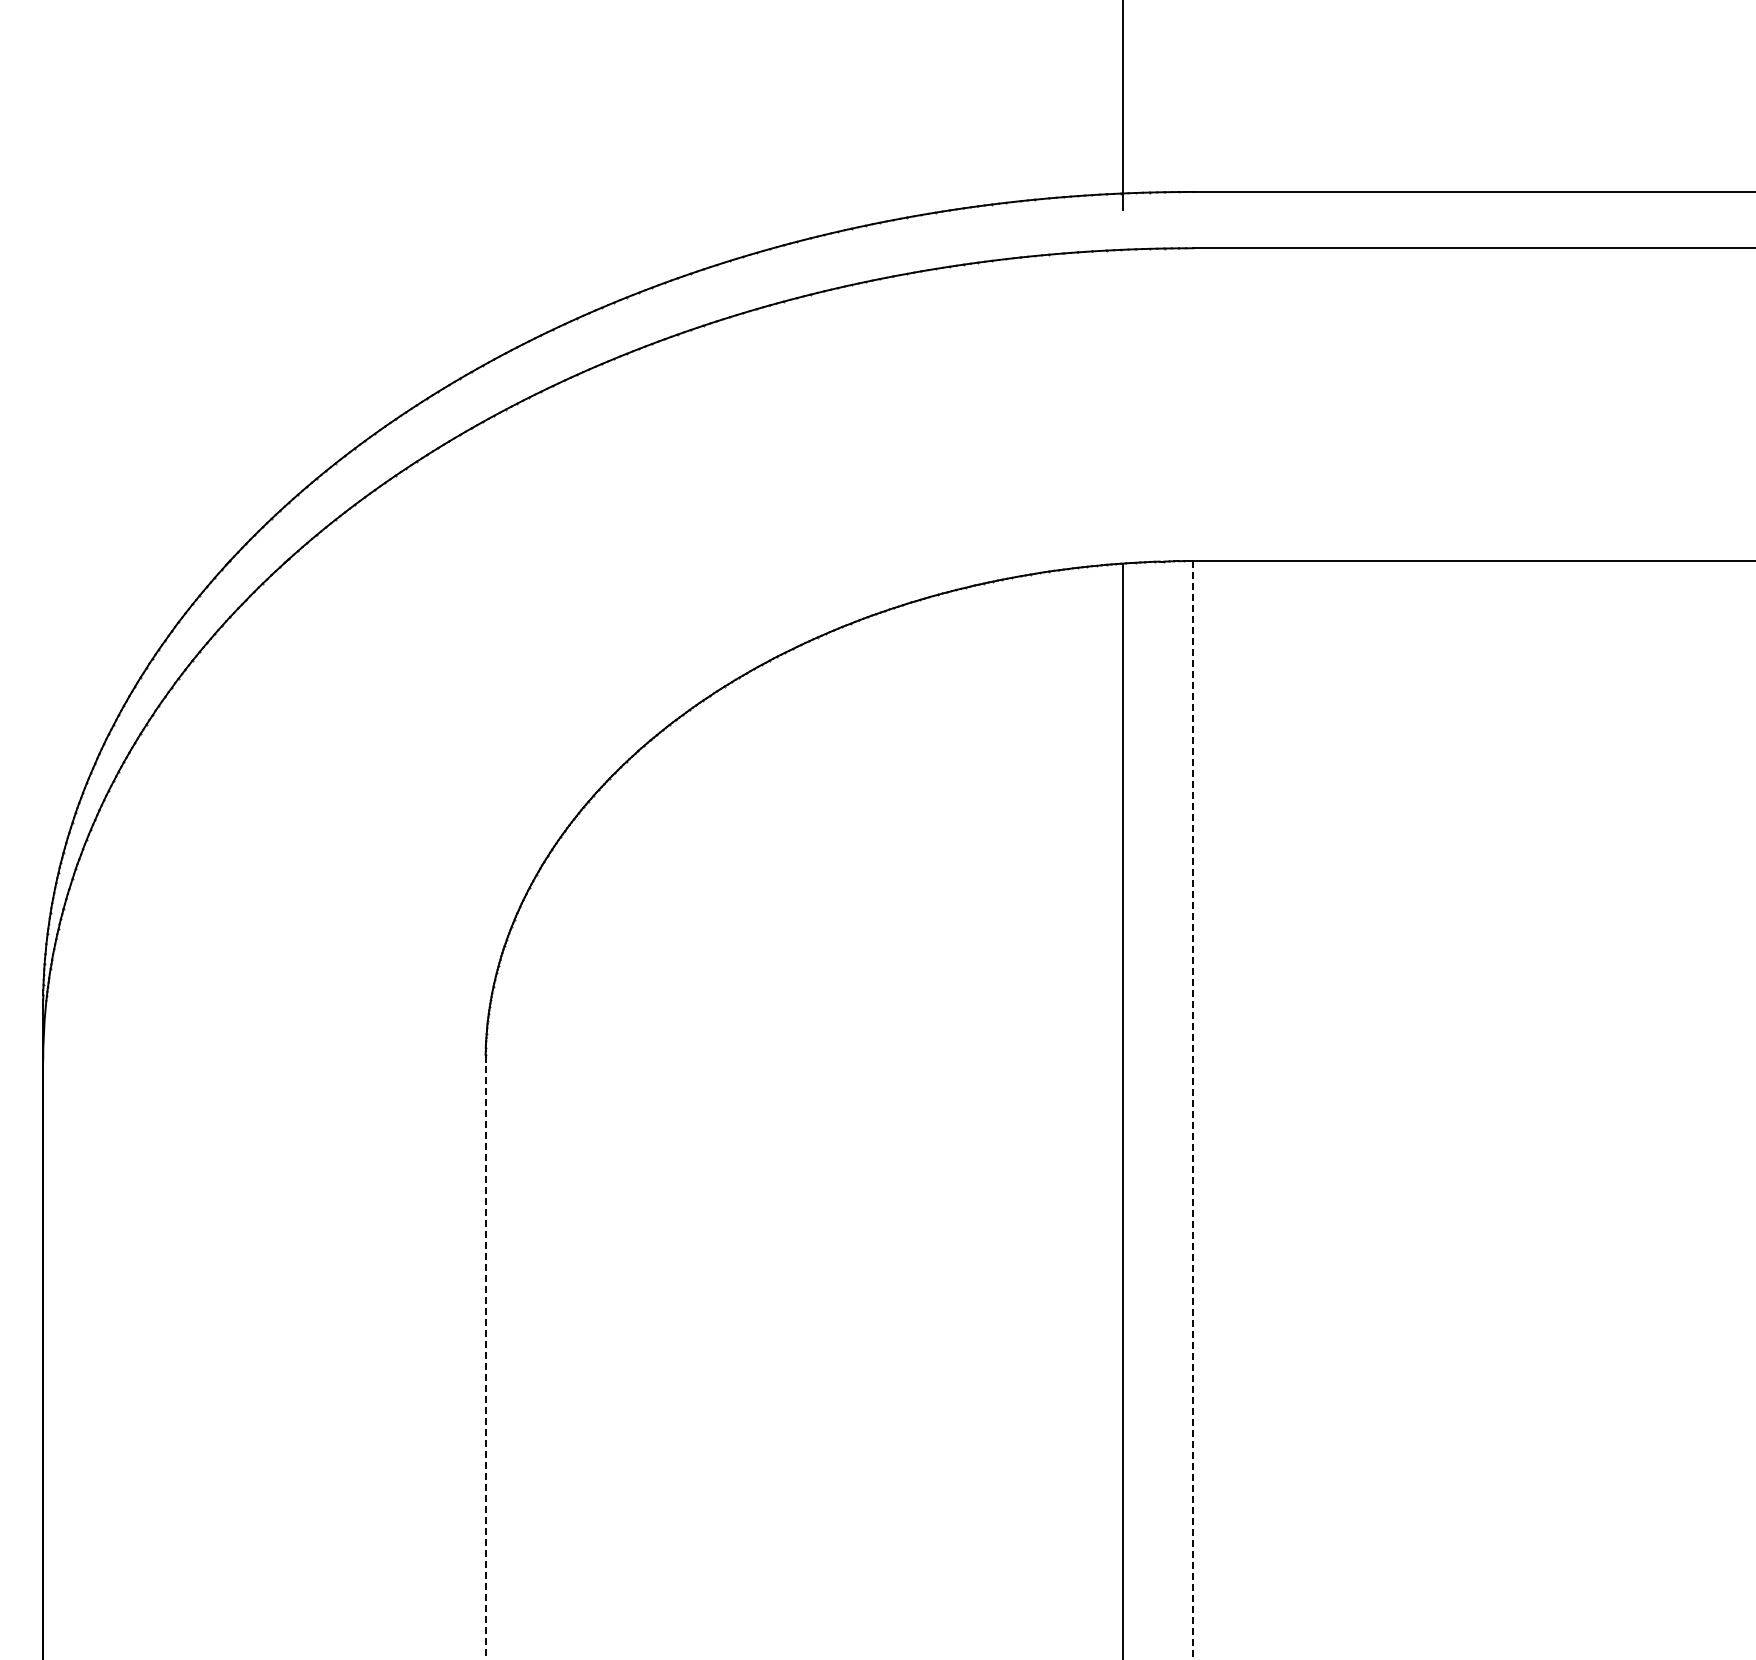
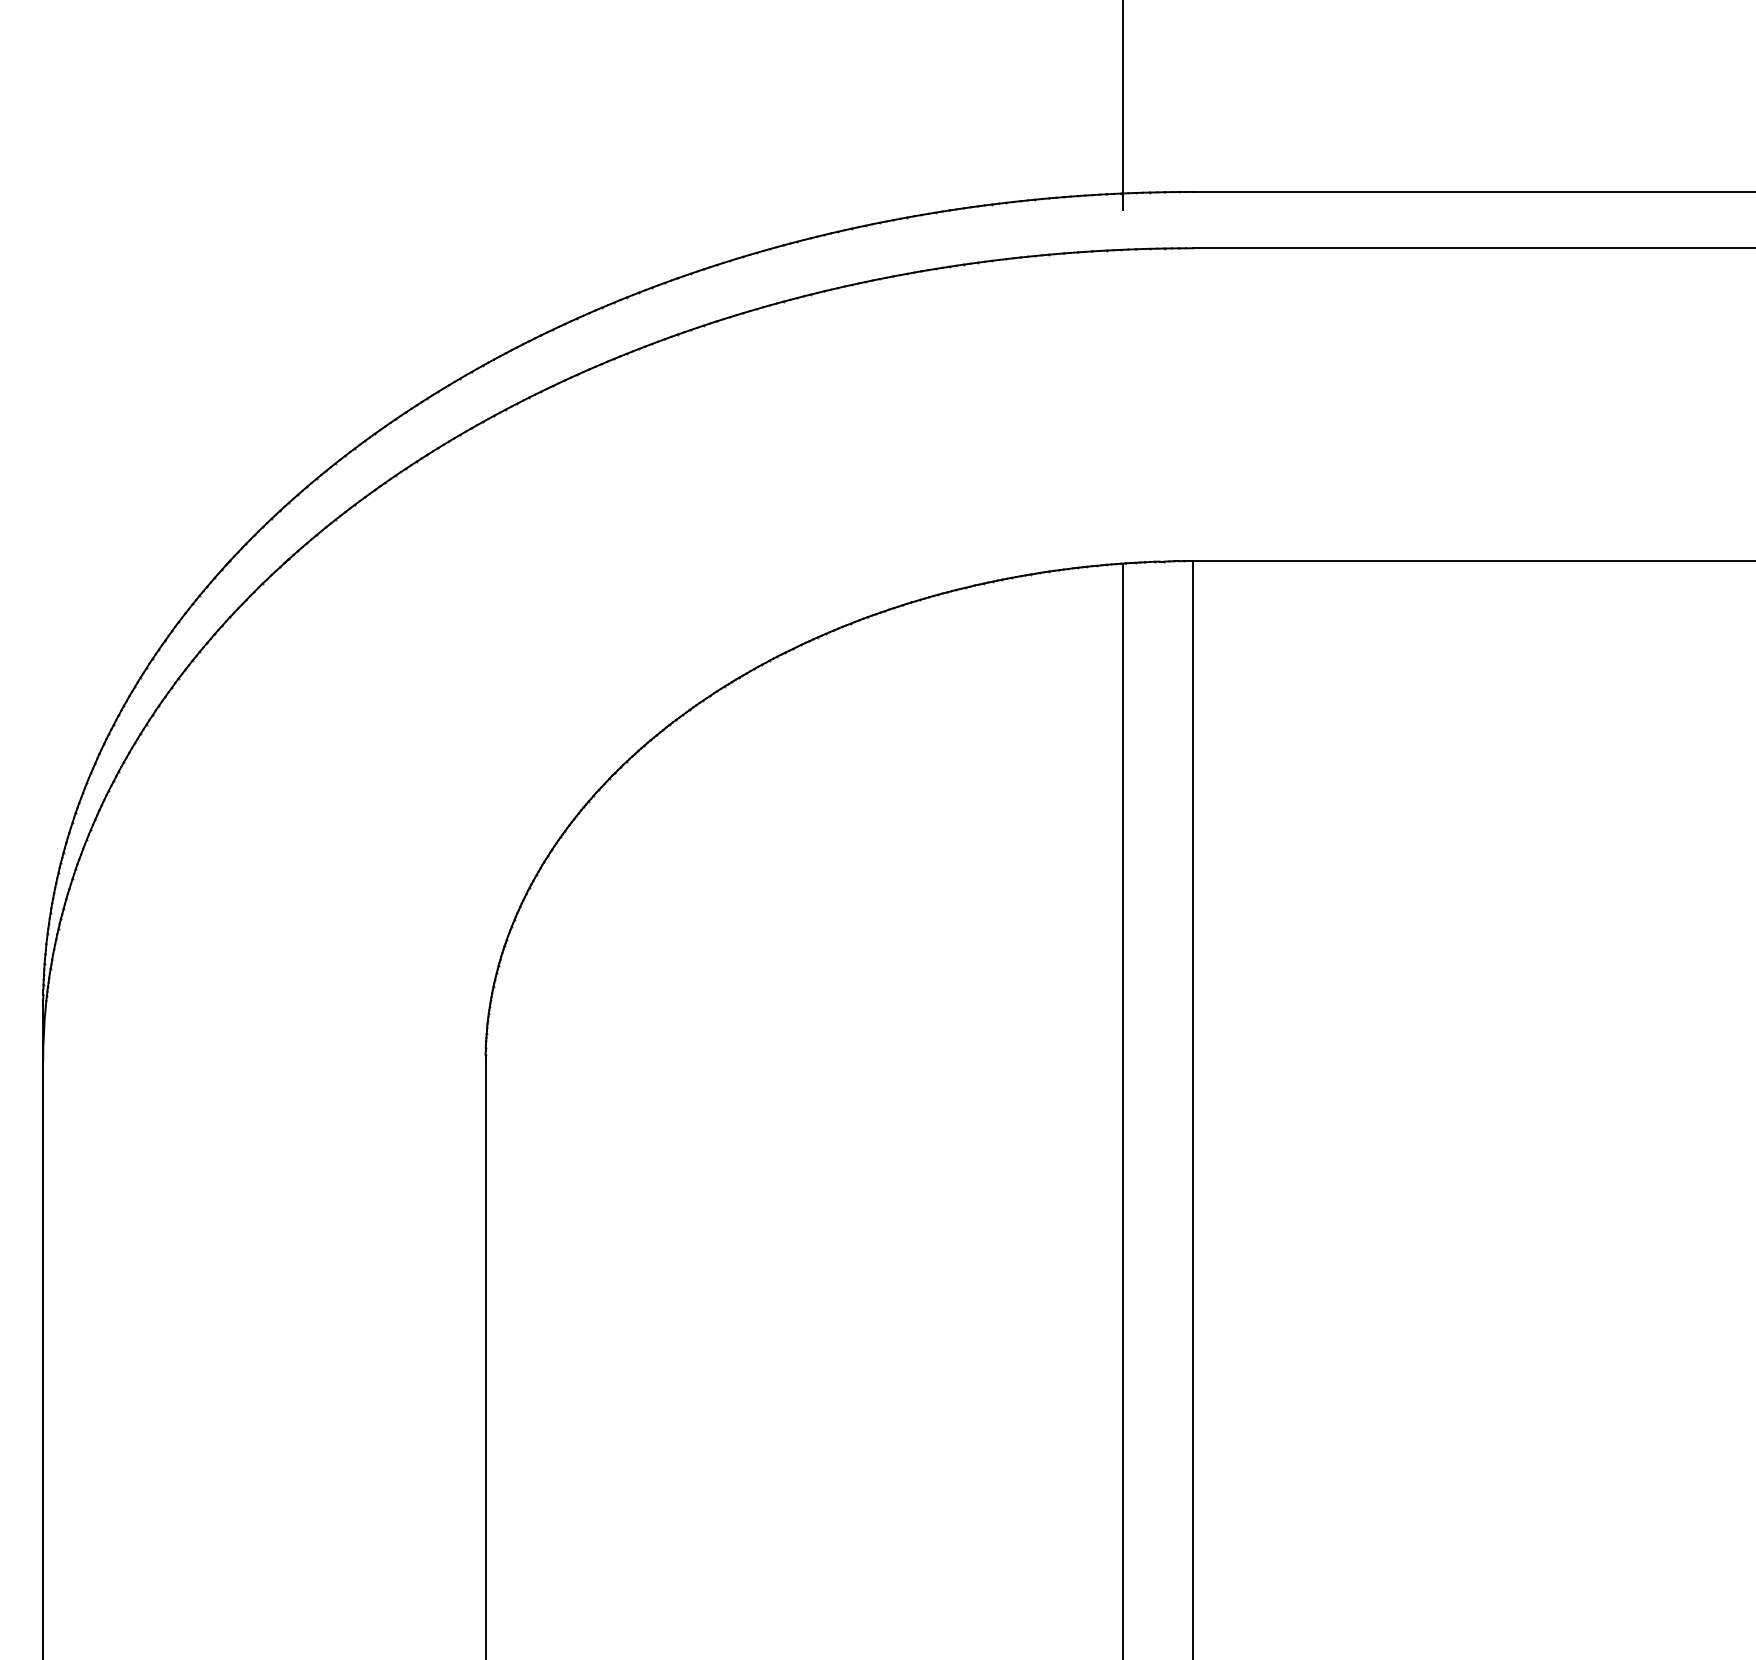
line at (1193, 1110): dashed -> solid
line at (485, 1360): dashed -> solid
